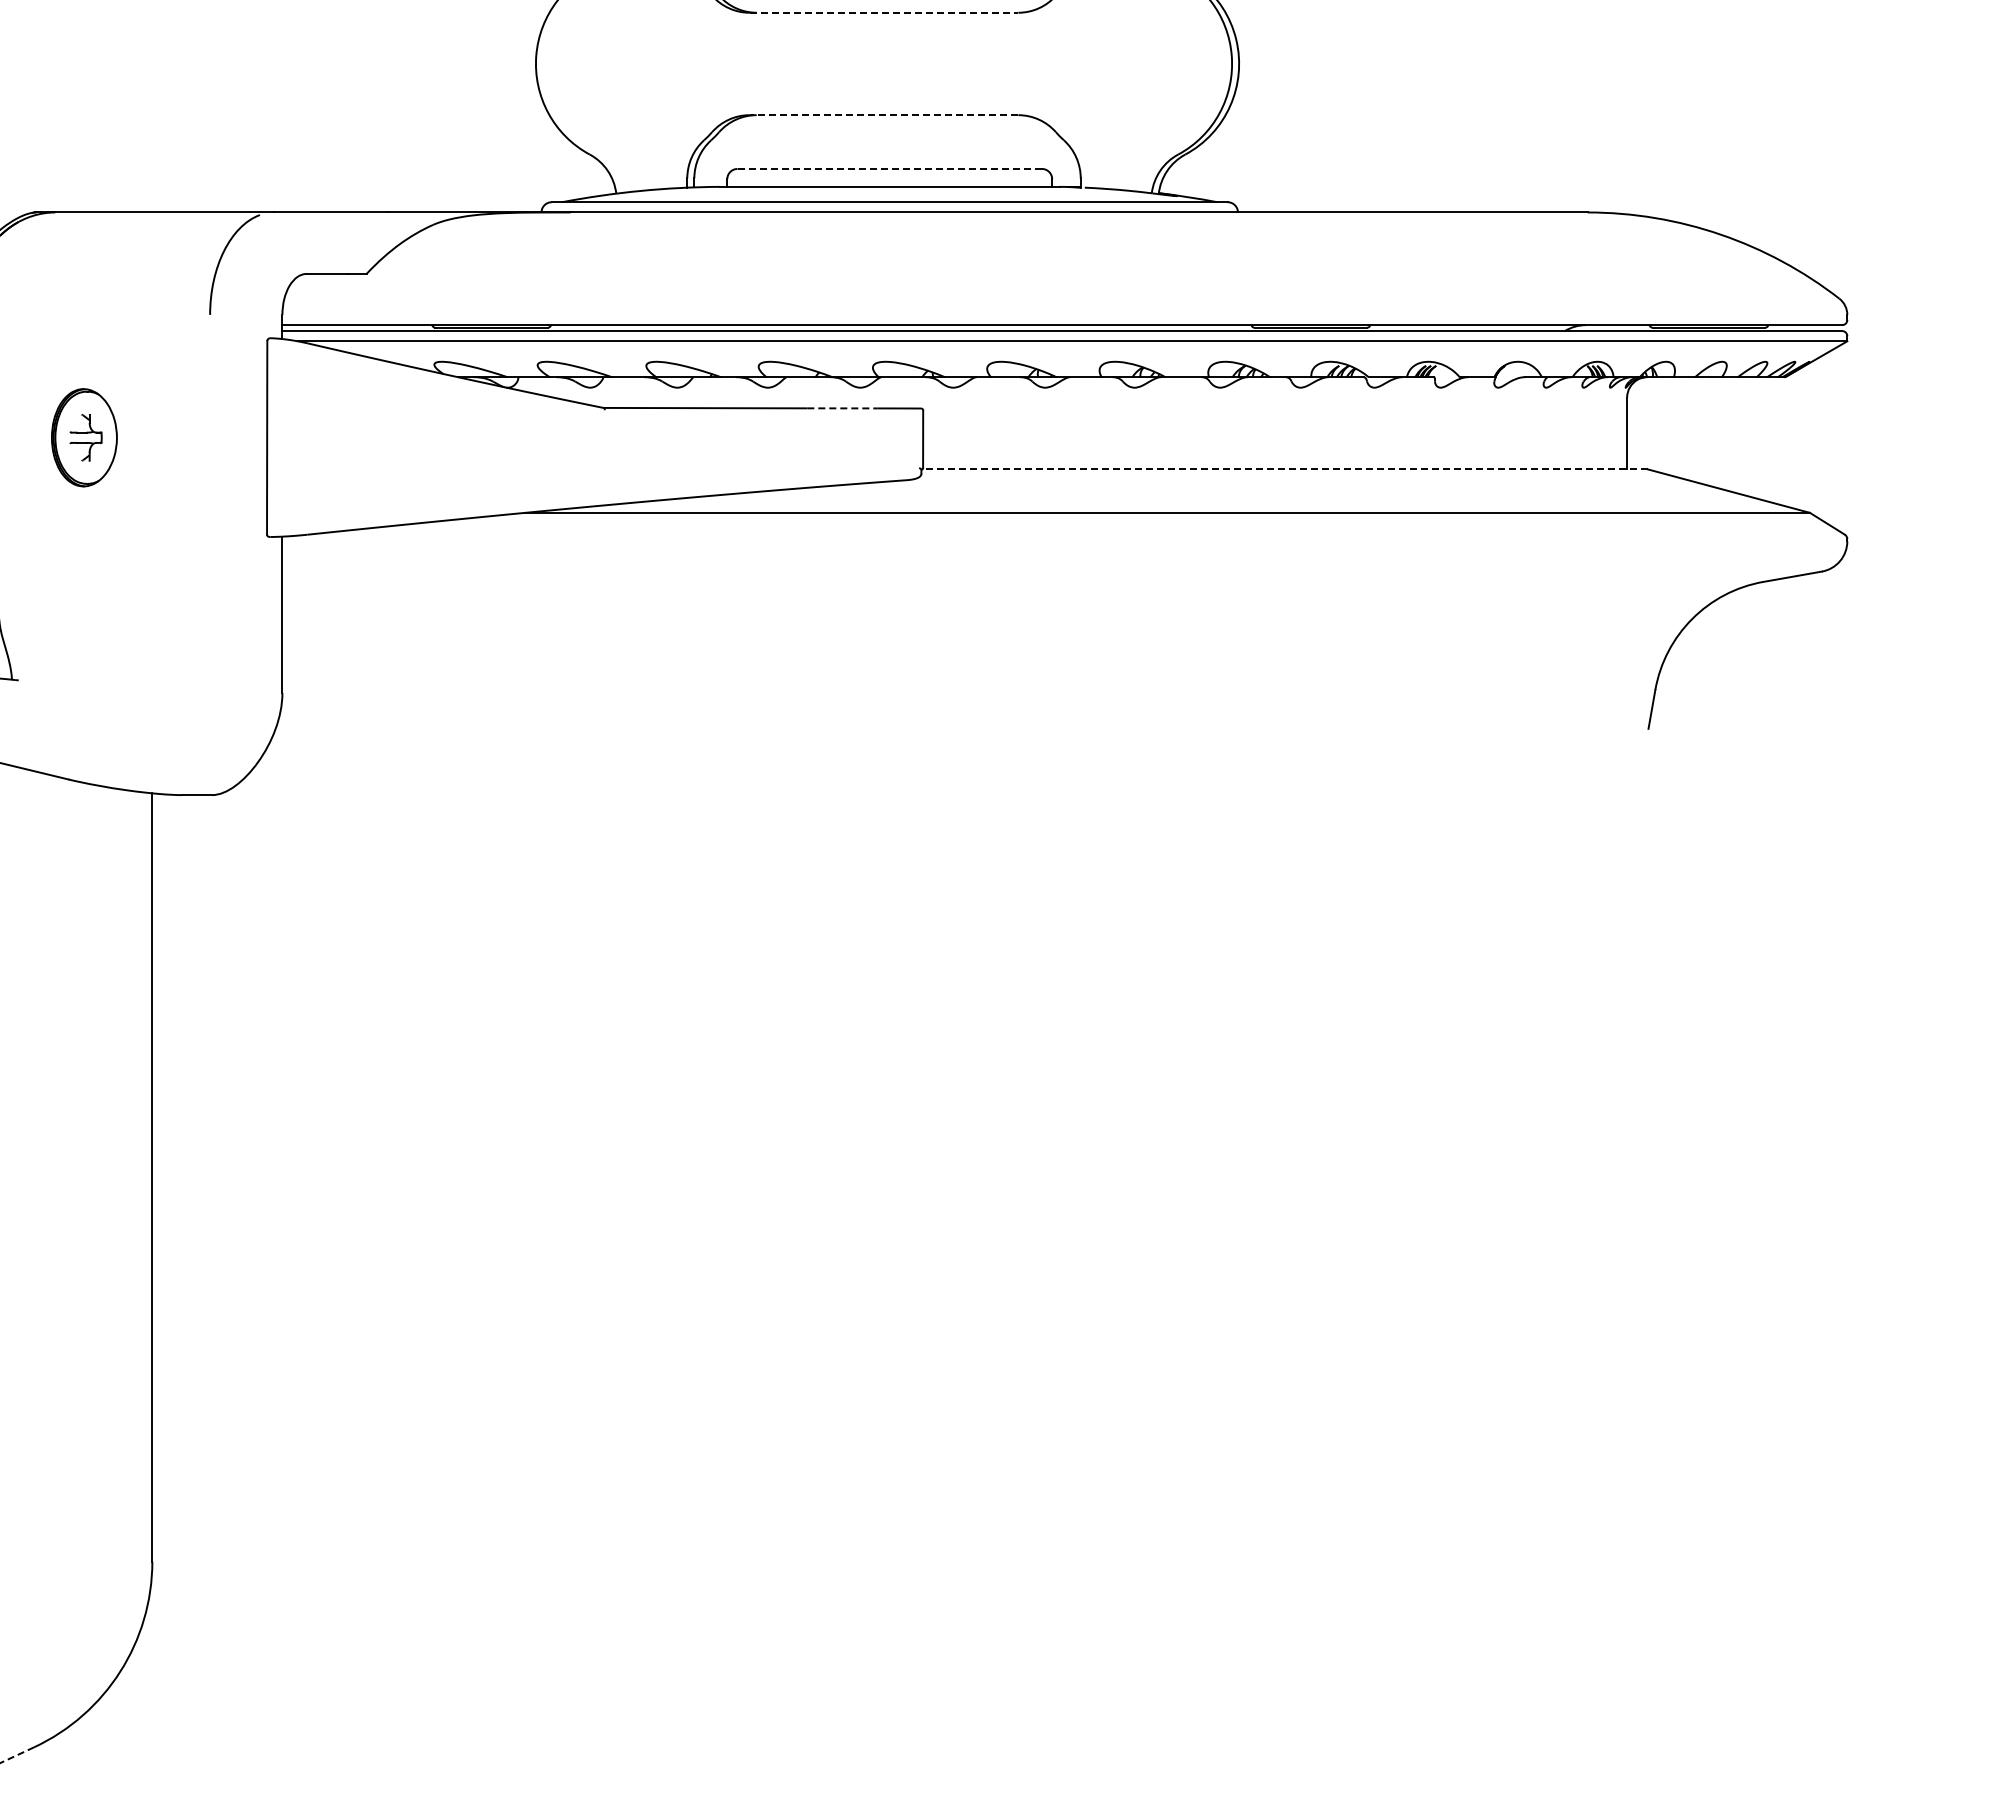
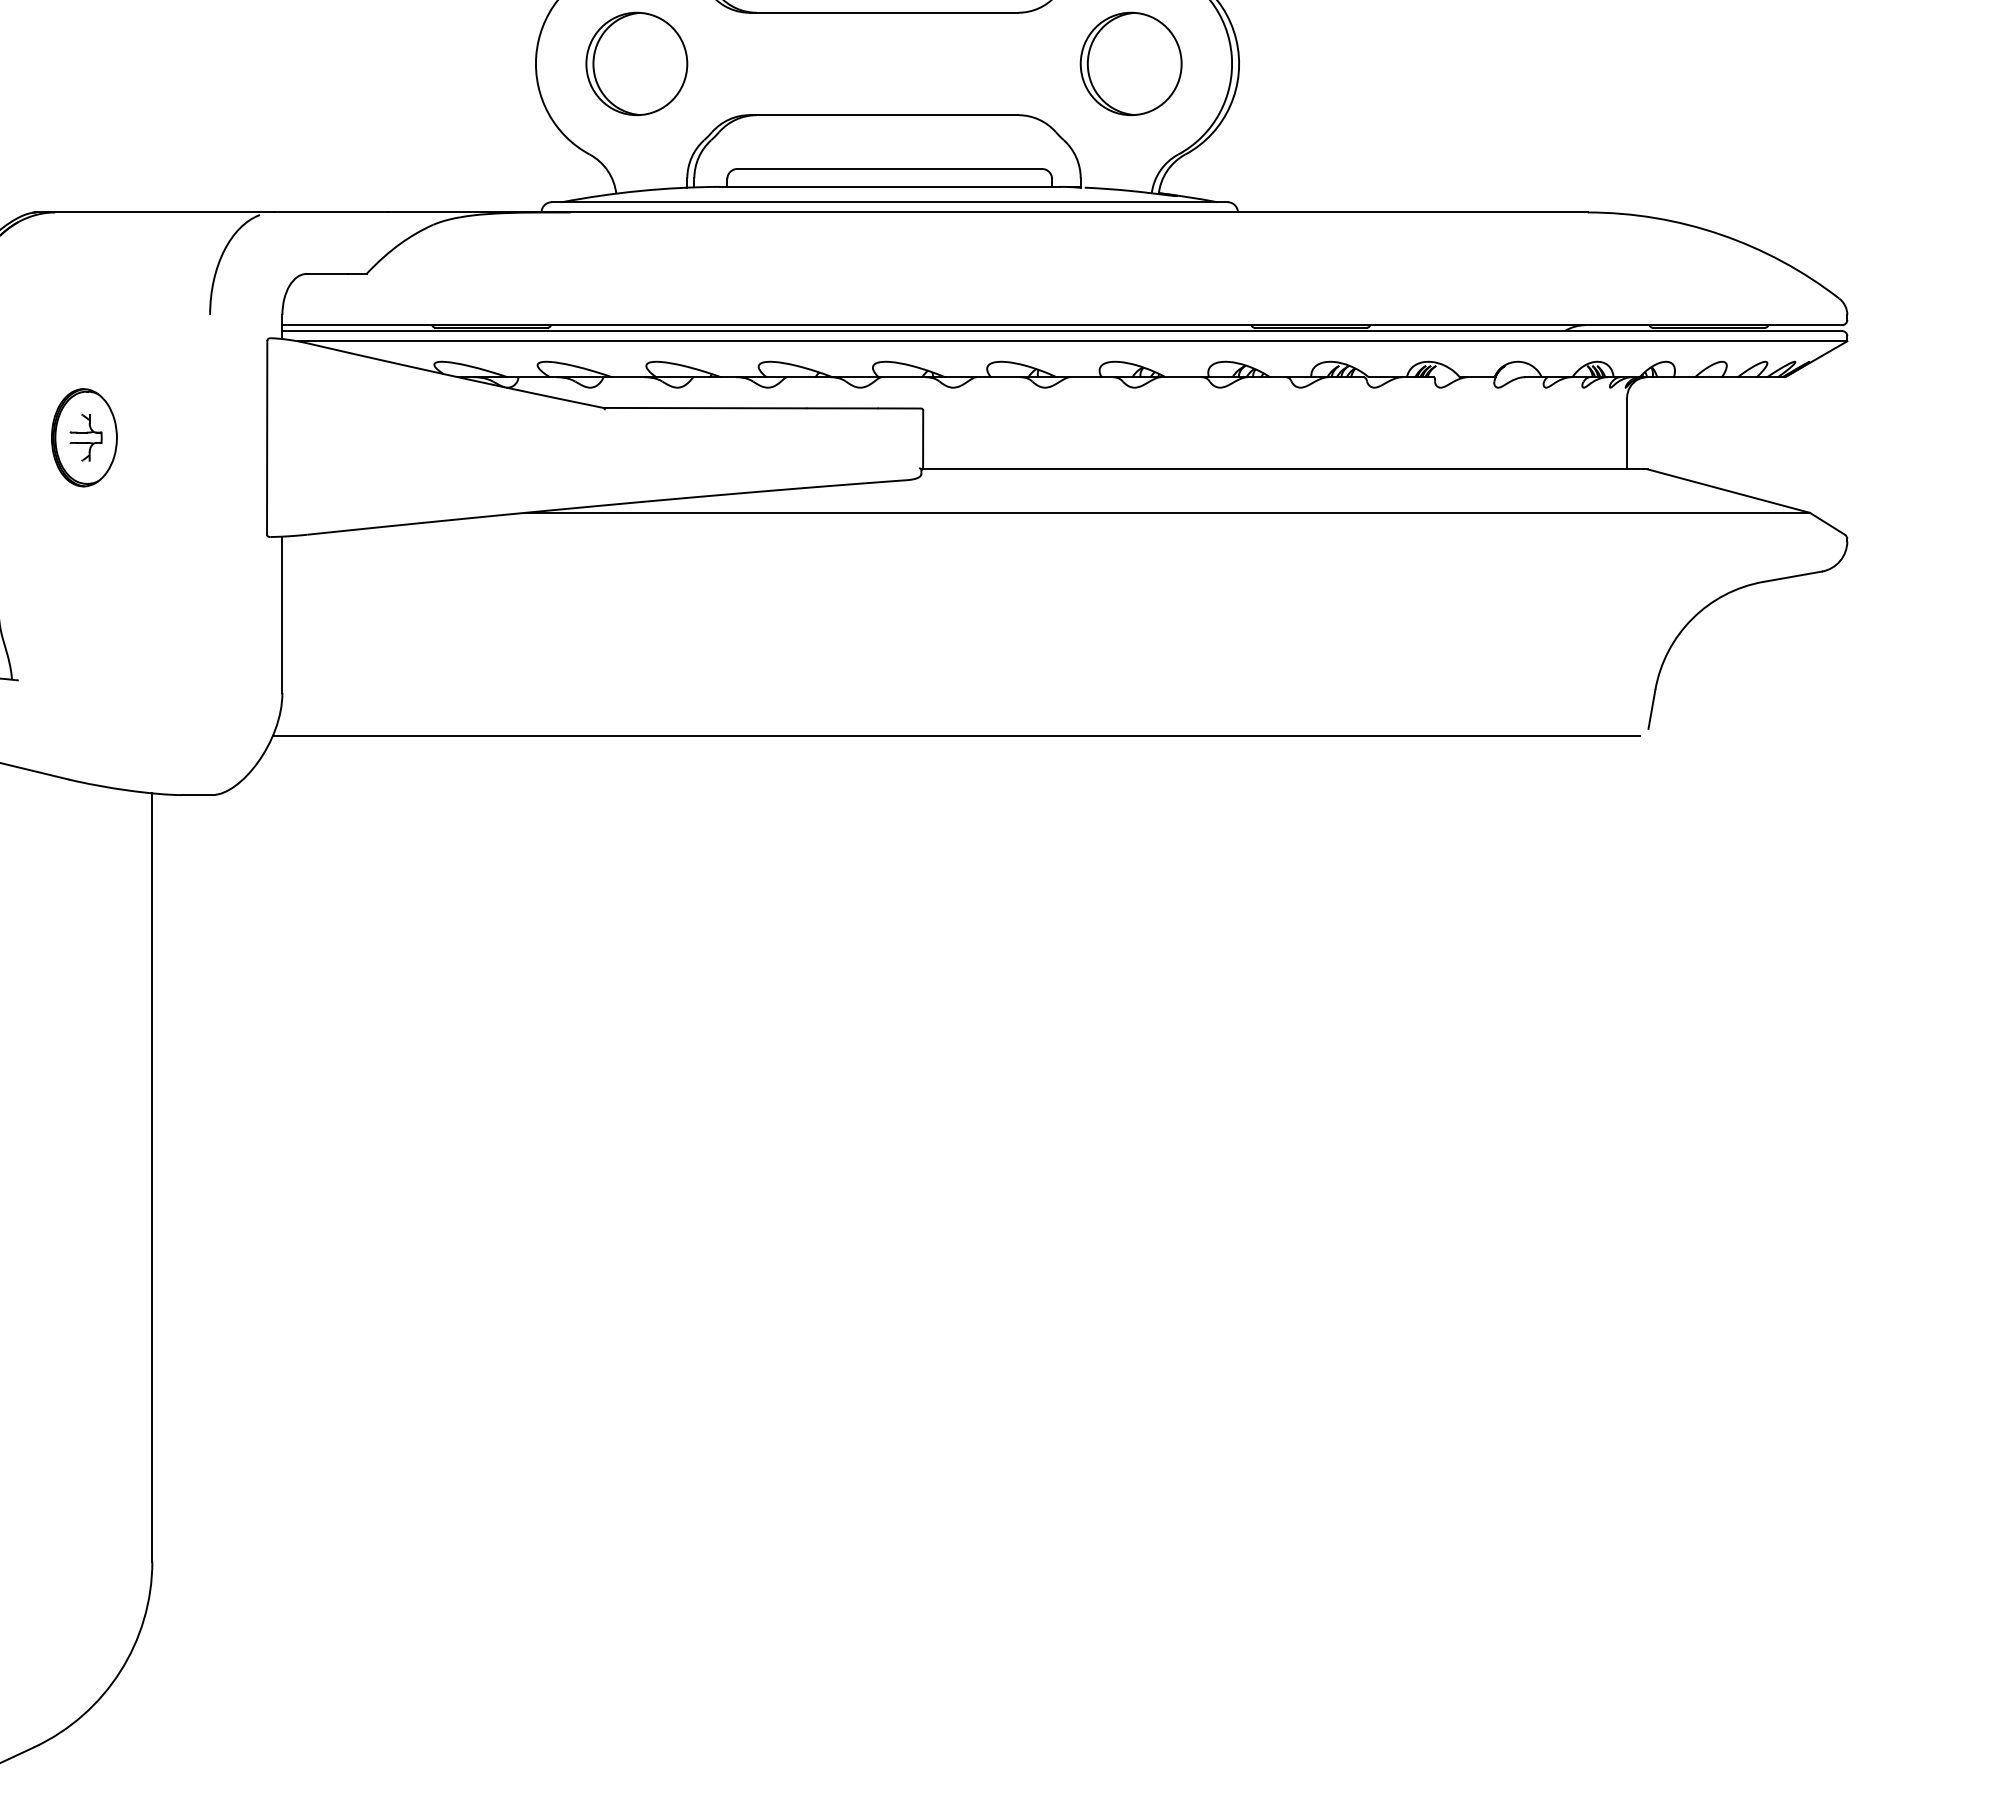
line at (884, 12): dashed -> solid
part at (636, 63): none -> present
part at (1130, 63): none -> present
line at (883, 115): dashed -> solid
line at (889, 168): dashed -> solid
line at (843, 408): dashed -> solid
line at (1285, 469): dashed -> solid
line at (956, 735): none -> present
line at (16, 1755): dashed -> solid
